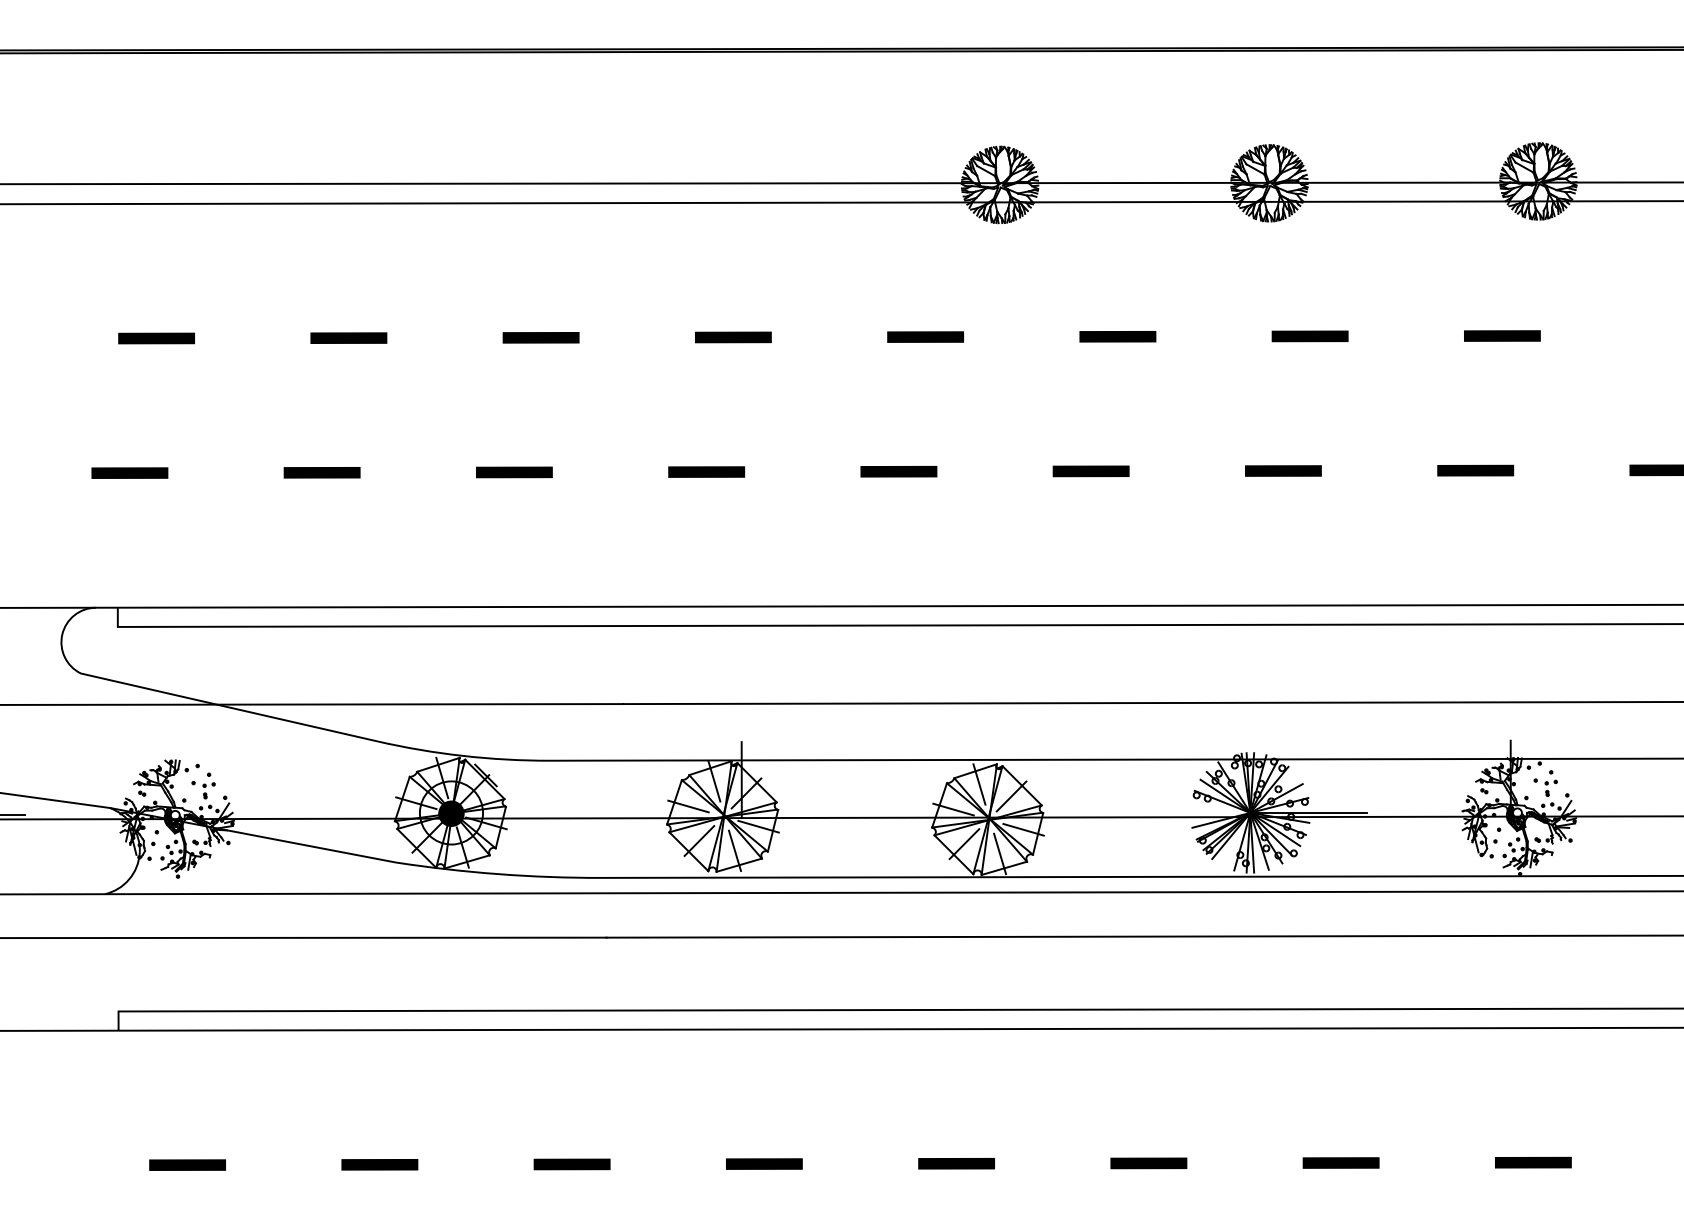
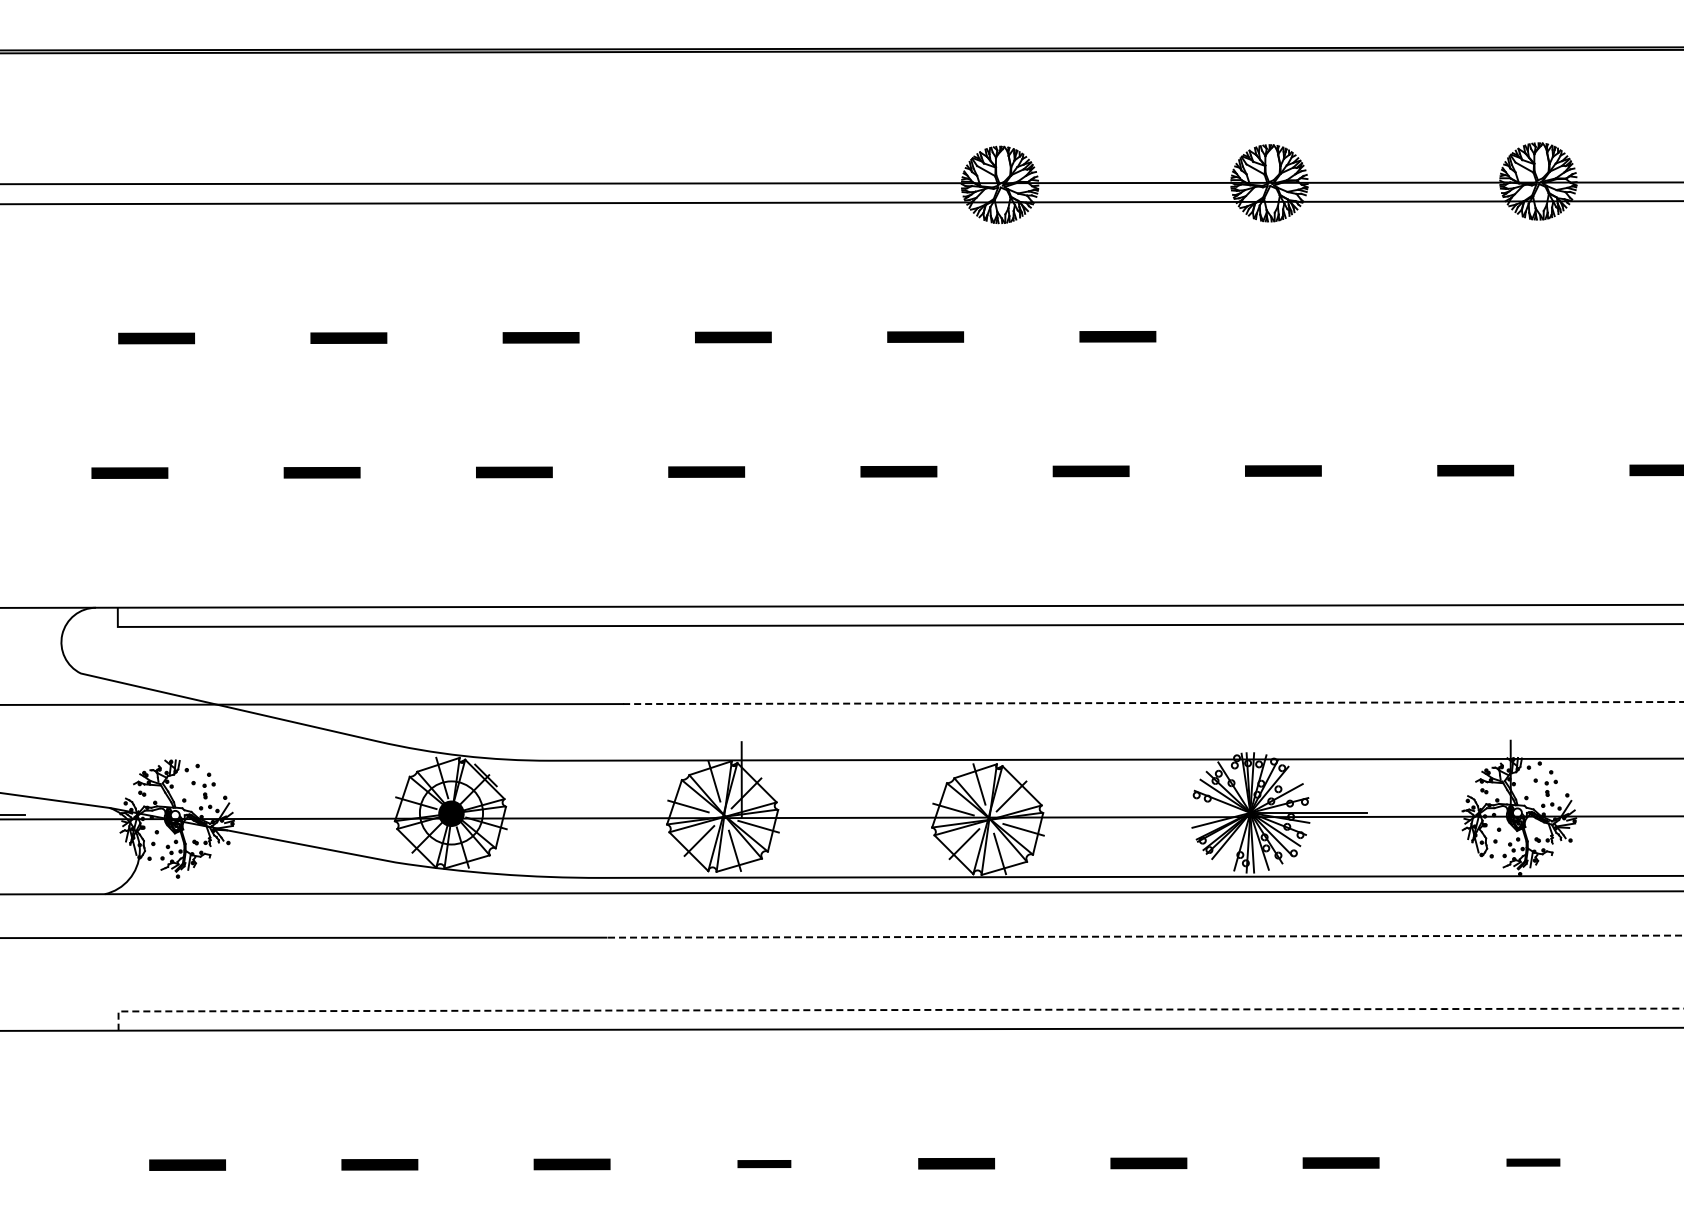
part at (1502, 335): present -> none
part at (1309, 336): present -> none
line at (1153, 703): solid -> dashed
line at (1144, 936): solid -> dashed
line at (891, 1010): solid -> dashed
part at (1533, 1162) size: 77x13 px -> 55x9 px
part at (764, 1163) size: 77x12 px -> 55x9 px
